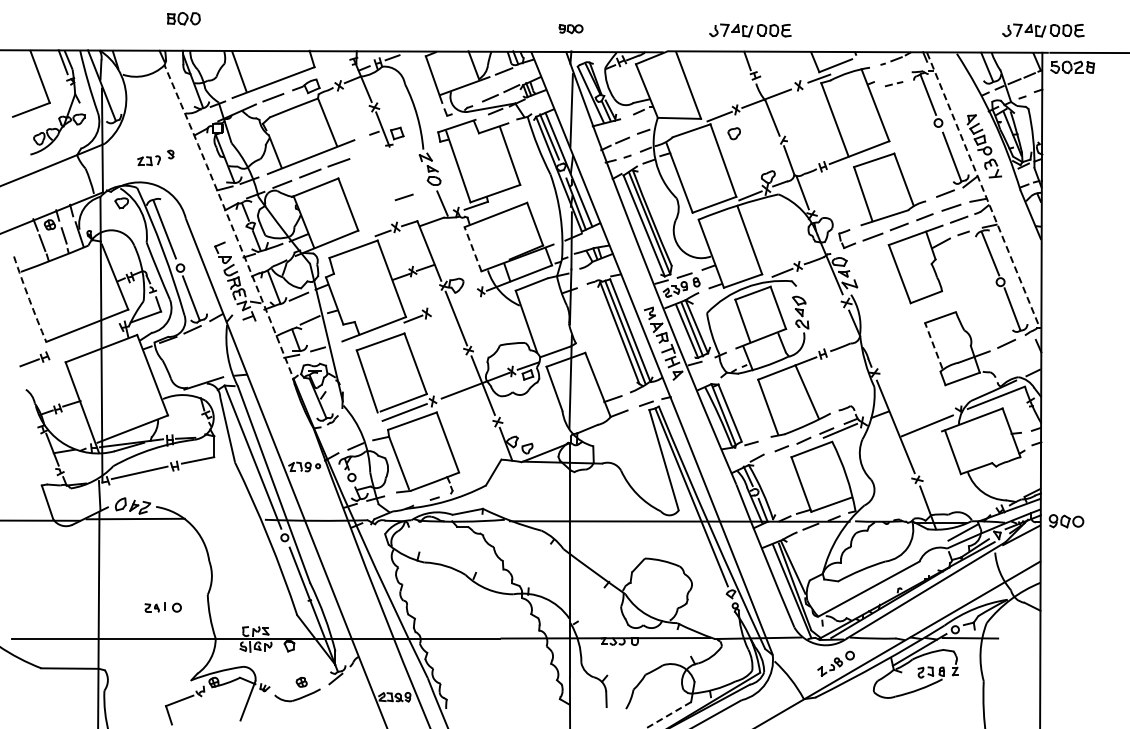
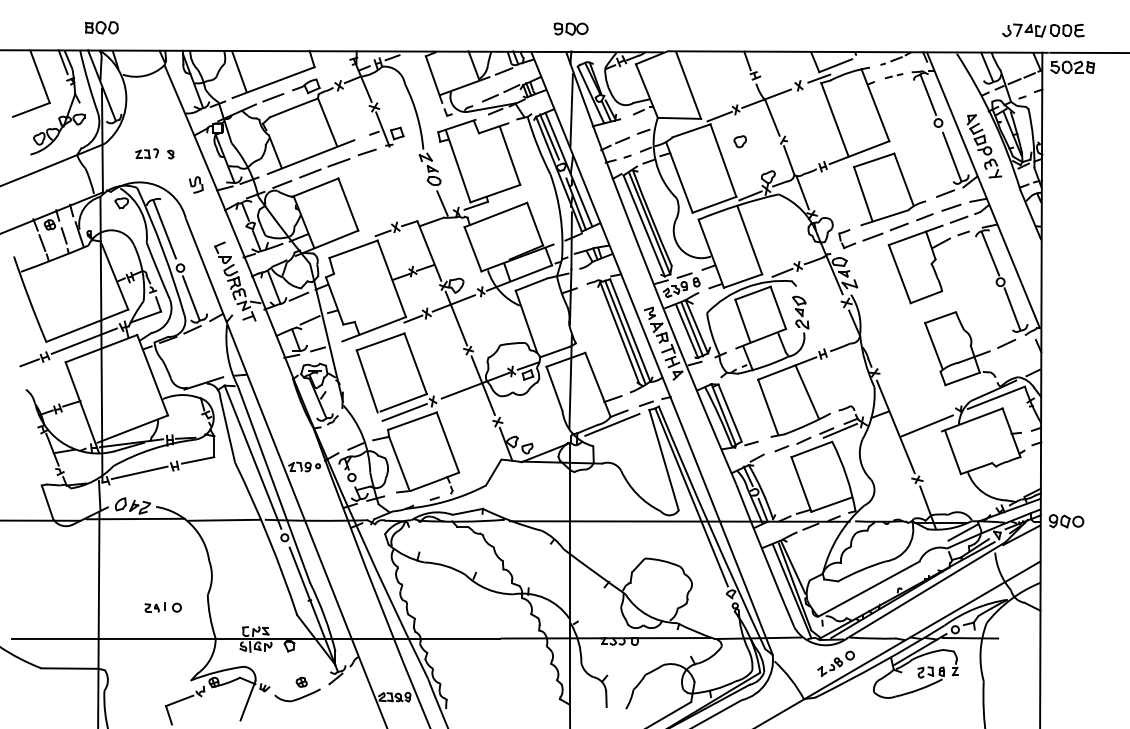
part at (183, 18) position: (183, 18) -> (101, 27)
part at (570, 29) size: 26x11 px -> 36x14 px
part at (750, 30): present -> none
part at (894, 84) position: (894, 84) -> (894, 76)
part at (733, 133) position: (733, 133) -> (739, 141)
part at (148, 160) position: (148, 160) -> (146, 153)
part at (196, 184): none -> present
line at (983, 190): dashed -> solid
line at (403, 197) position: (403, 197) -> (366, 152)
arc at (231, 224): dashed -> solid
line at (473, 249): dashed -> solid
arc at (29, 299): dashed -> solid
line at (453, 303): none -> present
line at (83, 340): none -> present
line at (933, 345): dashed -> solid
line at (612, 424): none -> present
line at (224, 519): none -> present
line at (667, 715): dashed -> solid
